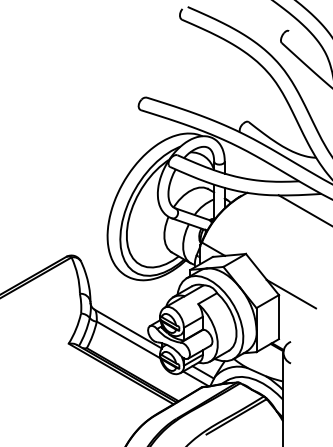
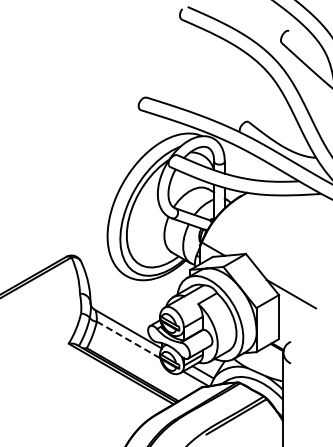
line at (303, 209): present -> none
line at (128, 340): solid -> dashed
